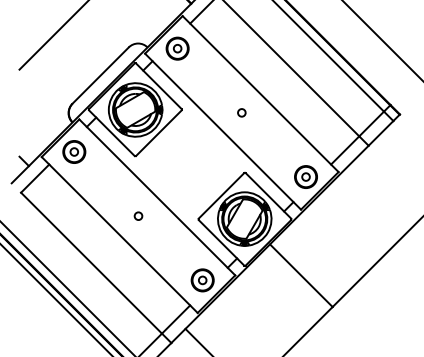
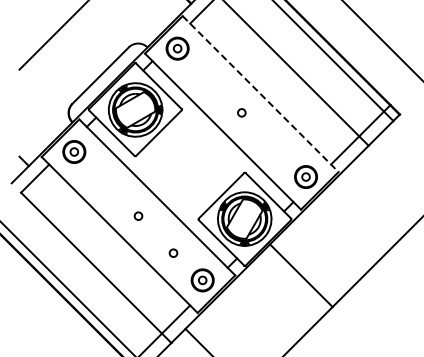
line at (260, 94): solid -> dashed
circle at (173, 252): none -> present
line at (56, 299): present -> none
